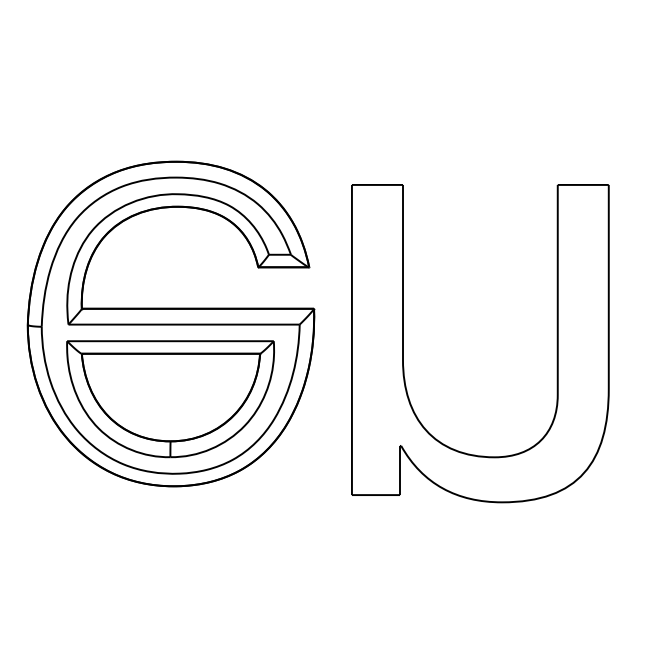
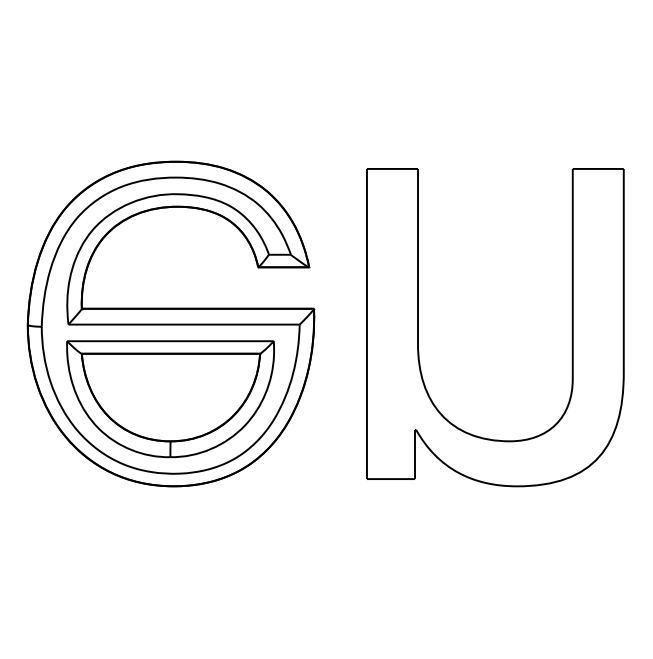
part at (556, 343) position: (556, 343) -> (571, 327)
